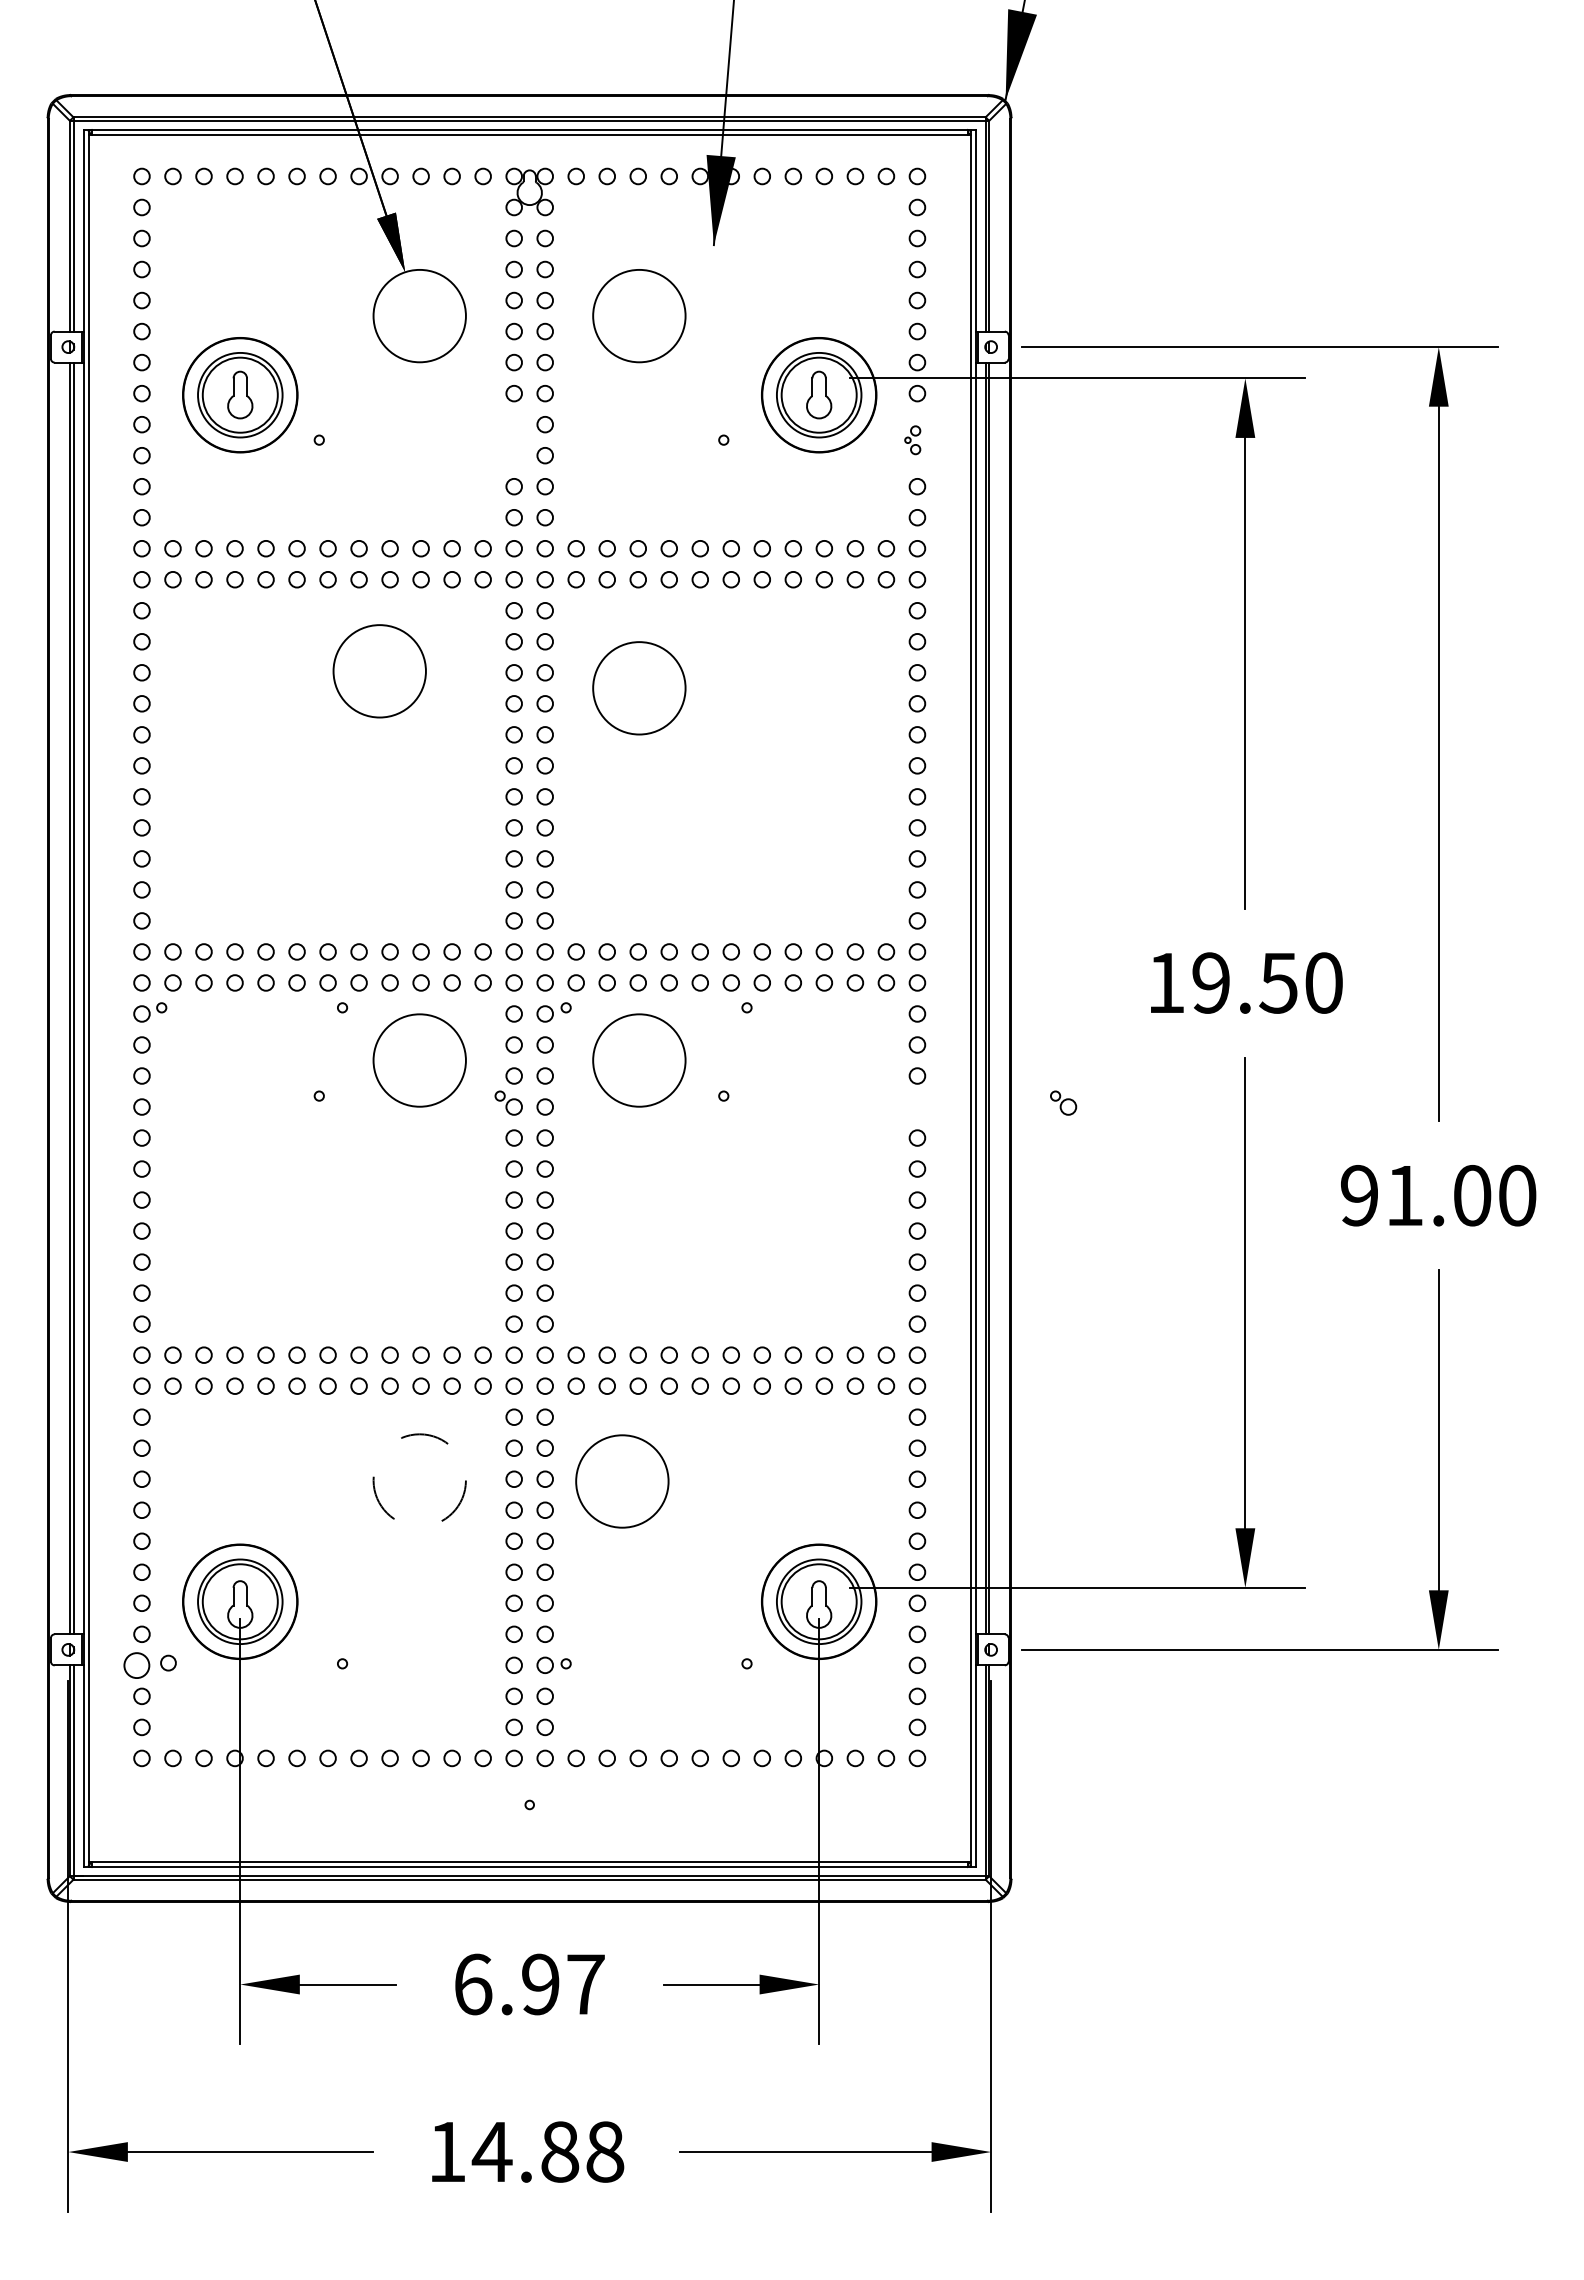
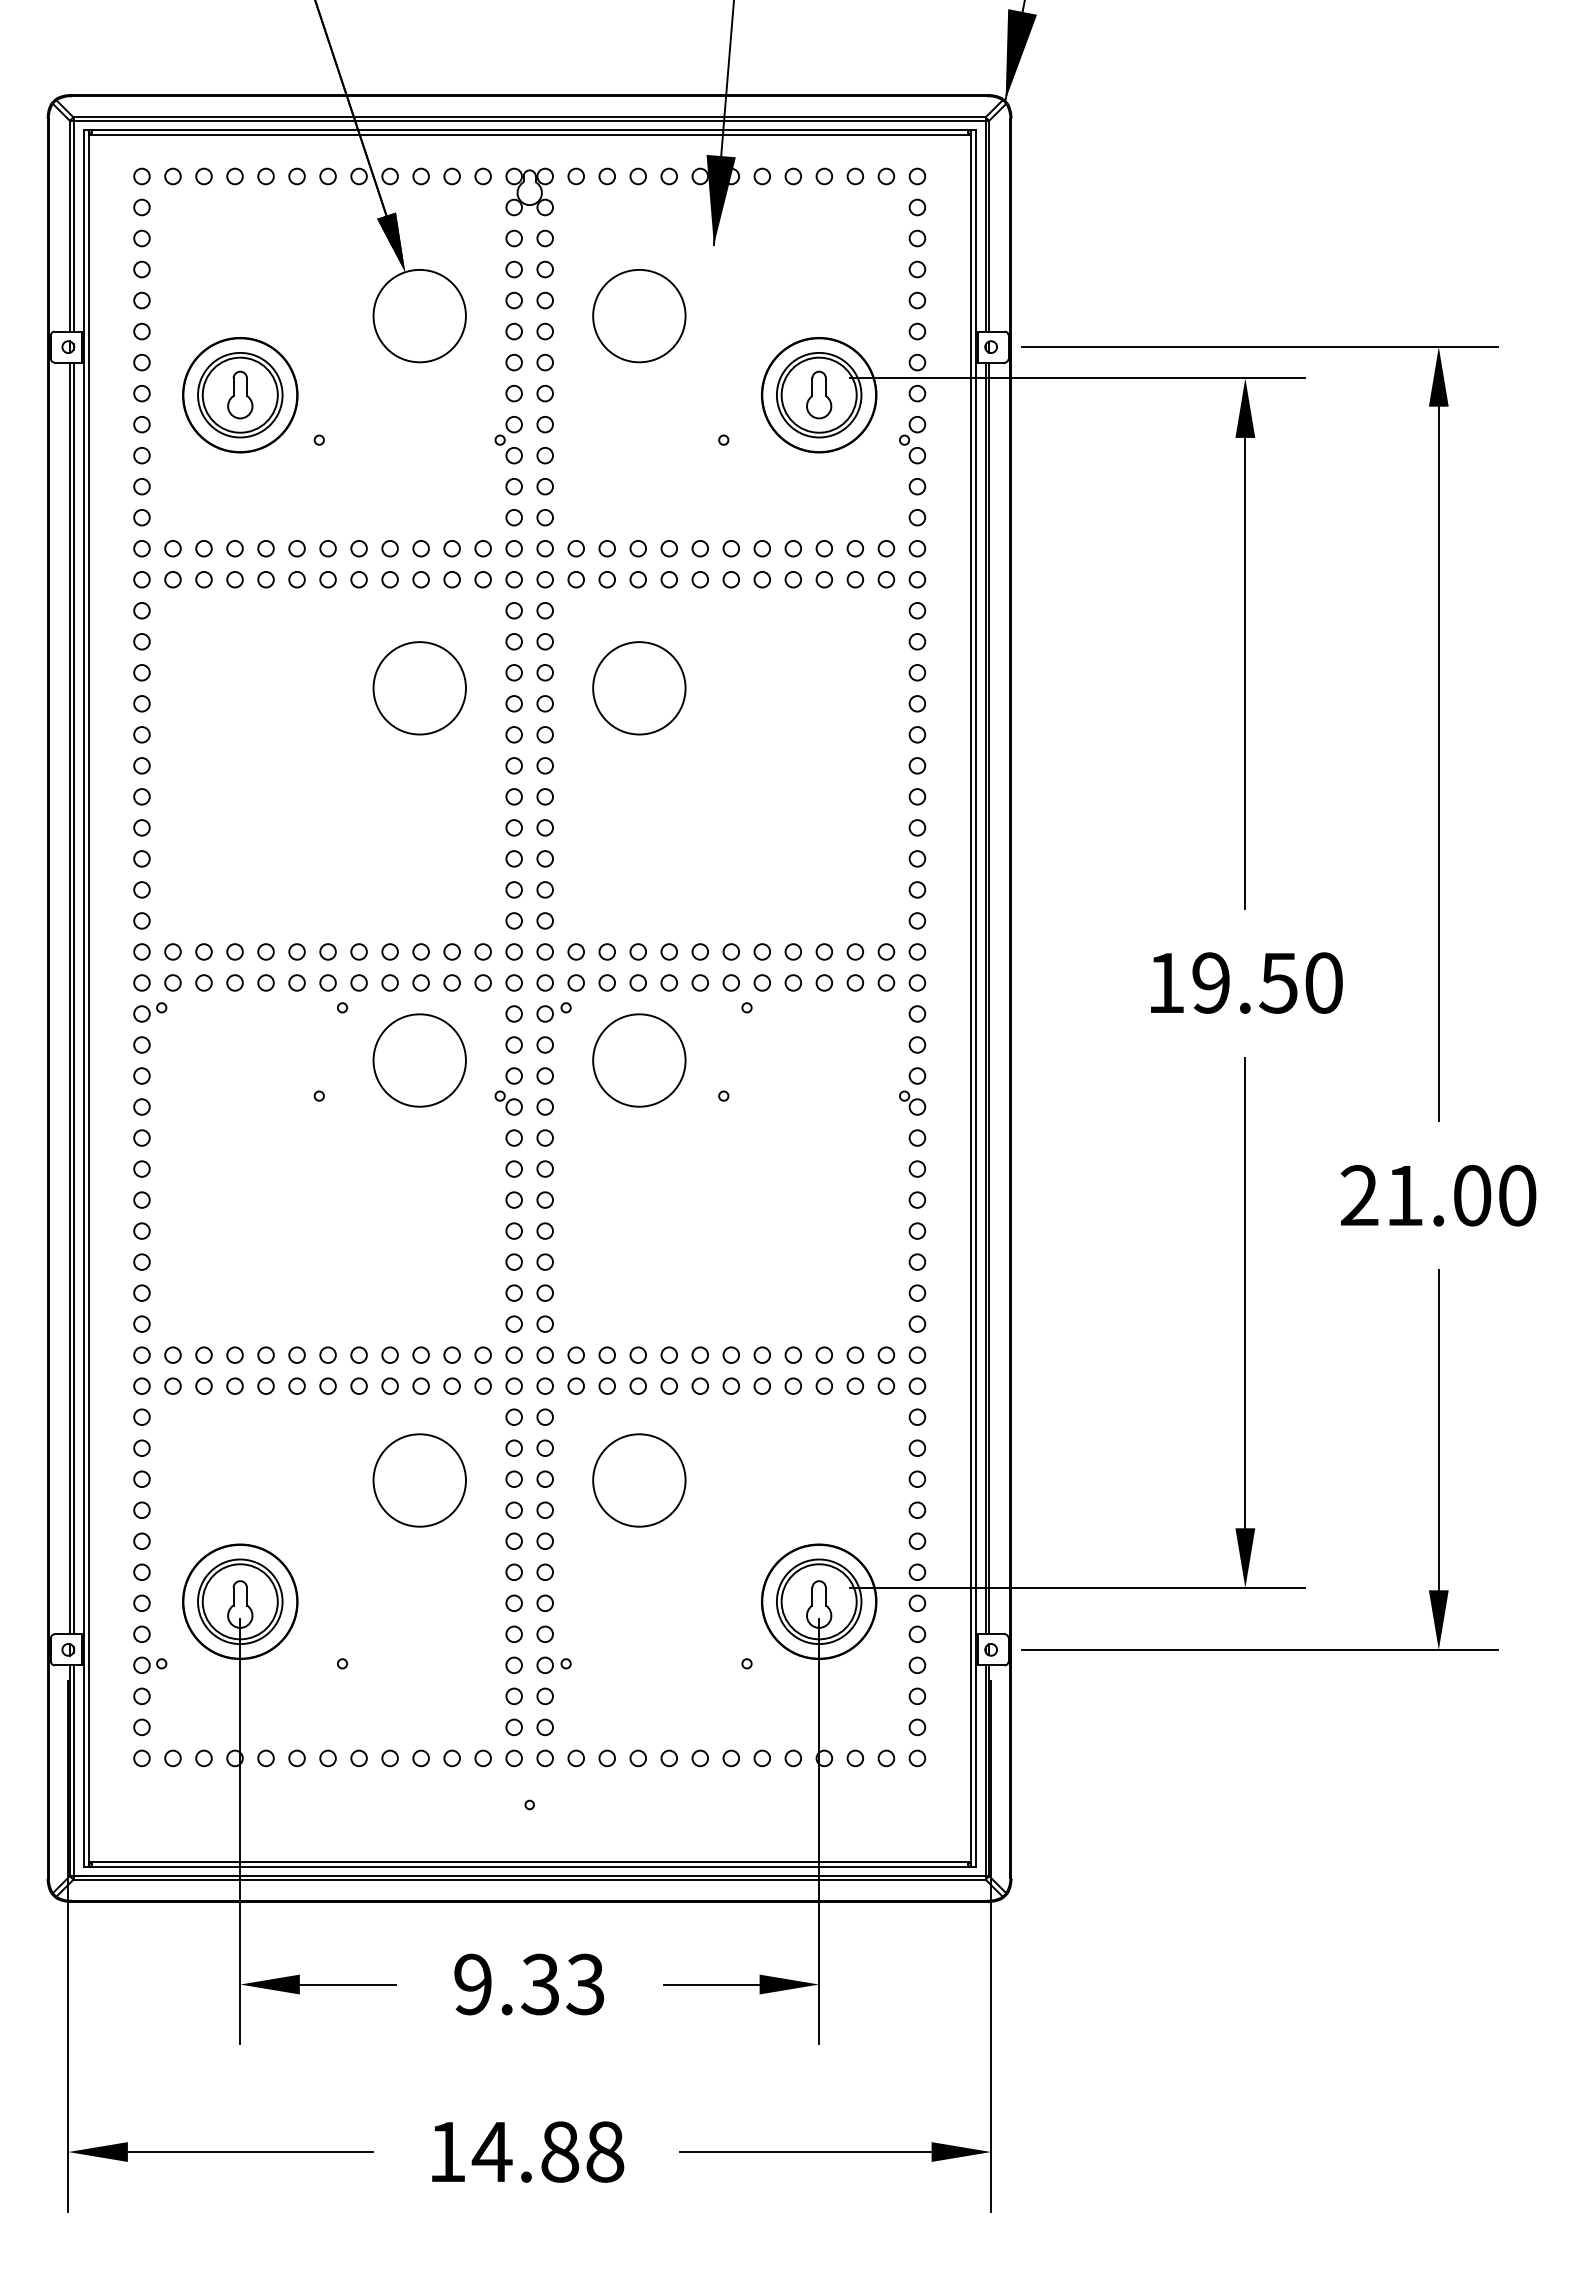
part at (508, 440): none -> present
part at (912, 440) size: 18x31 px -> 28x49 px
circle at (379, 671) position: (379, 671) -> (419, 688)
part at (1063, 1102) position: (1063, 1102) -> (912, 1102)
text at (1359, 1195): 91.00 -> 21.00
circle at (419, 1480): dashed -> solid
circle at (622, 1481) position: (622, 1481) -> (639, 1480)
part at (149, 1665) size: 54x27 px -> 35x18 px
text at (529, 1984): 6.97 -> 9.33
